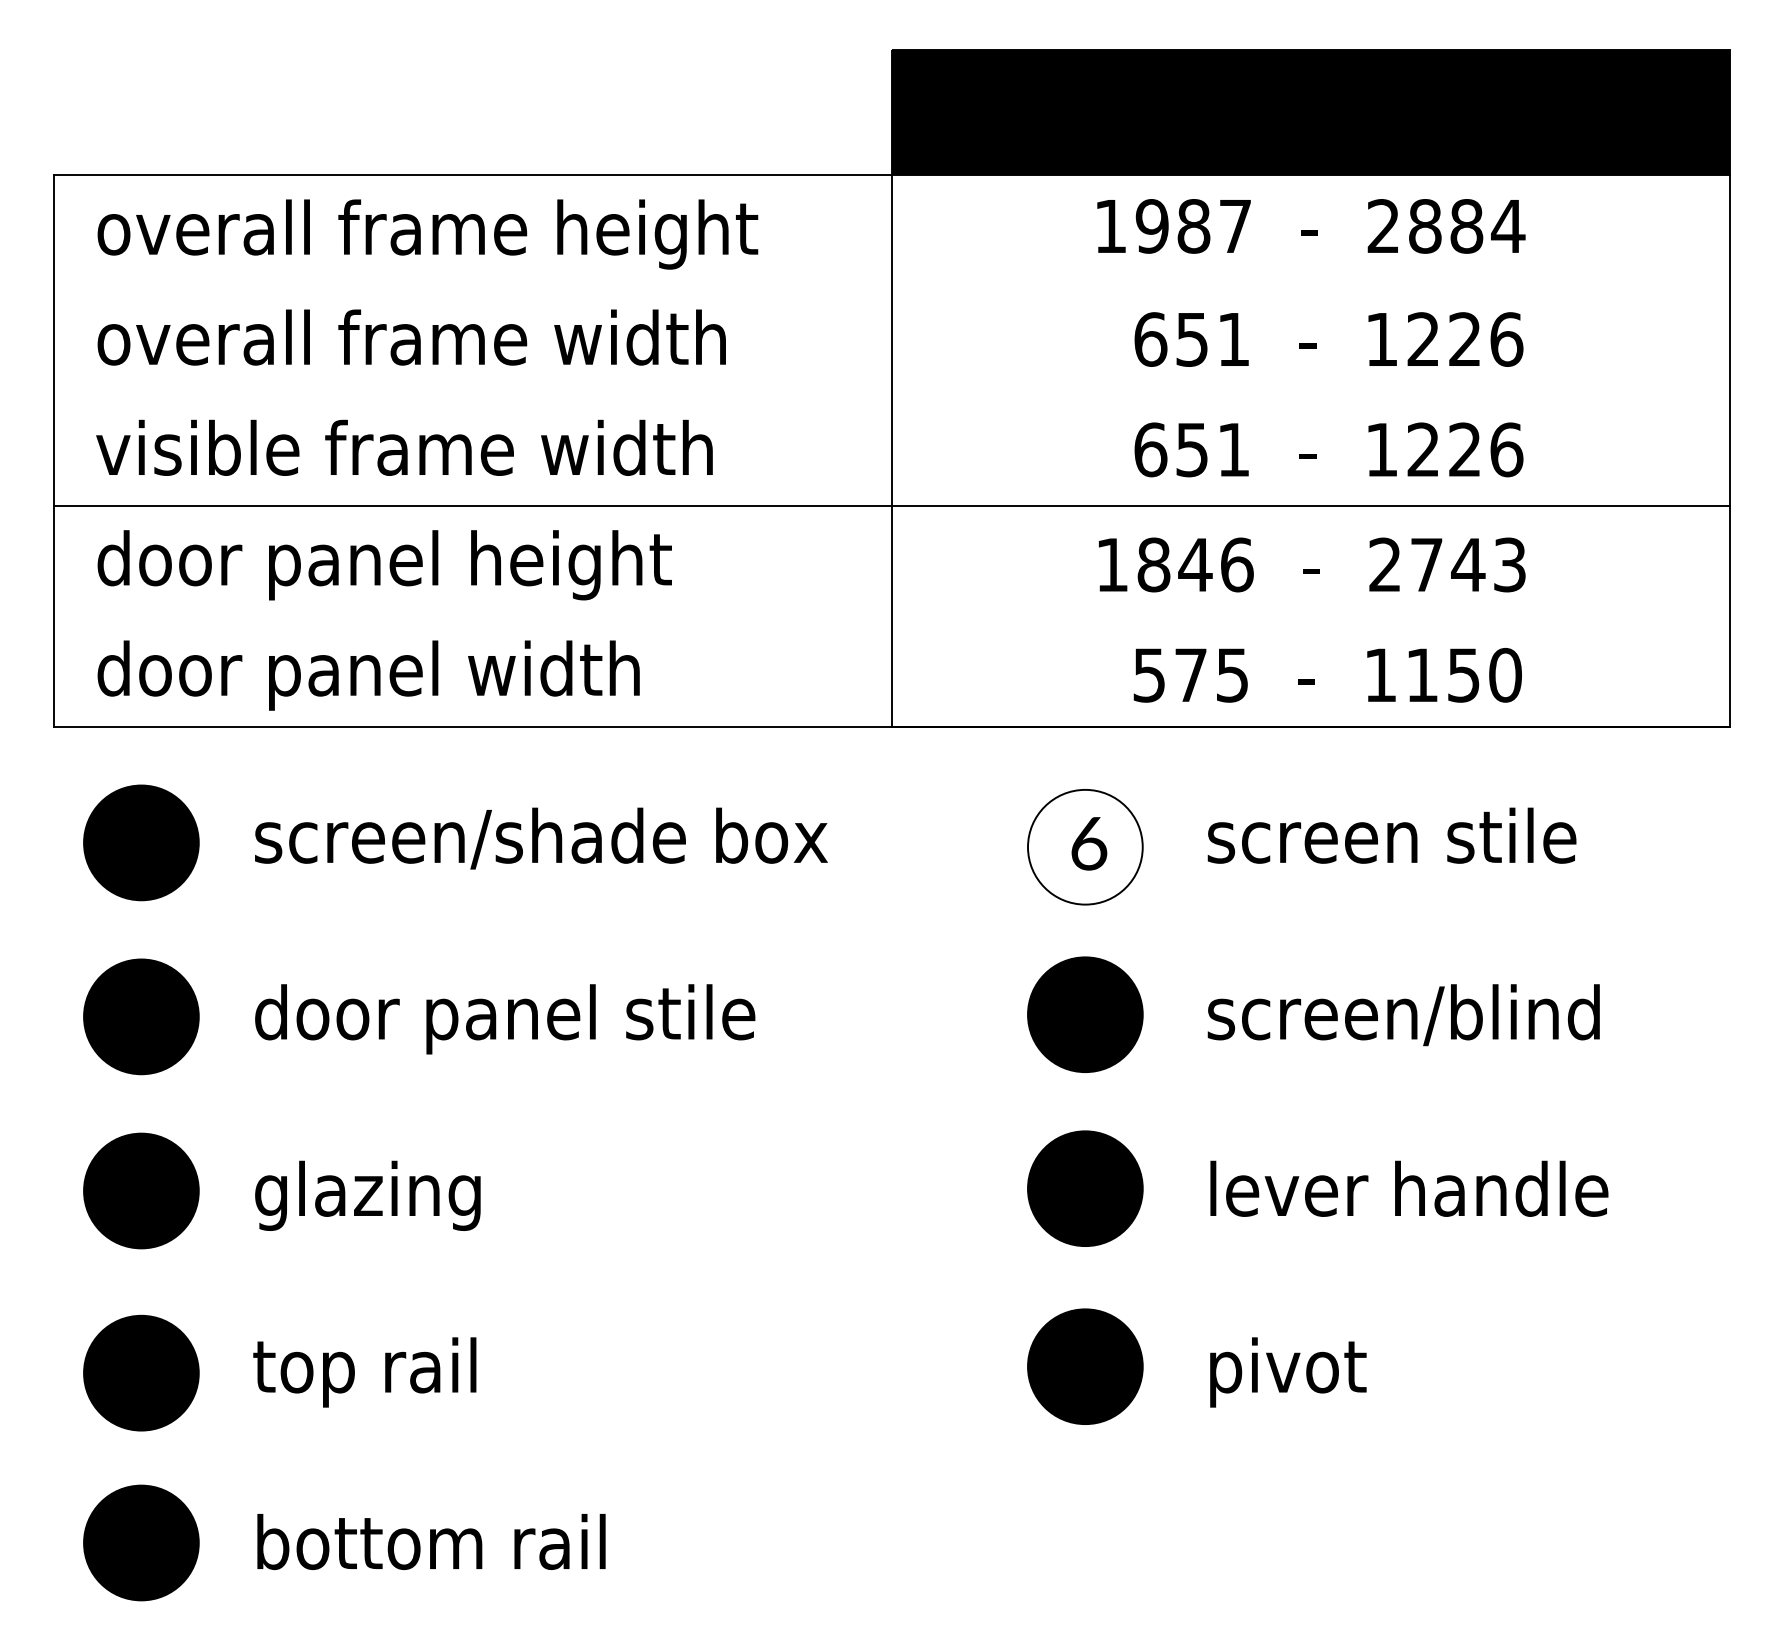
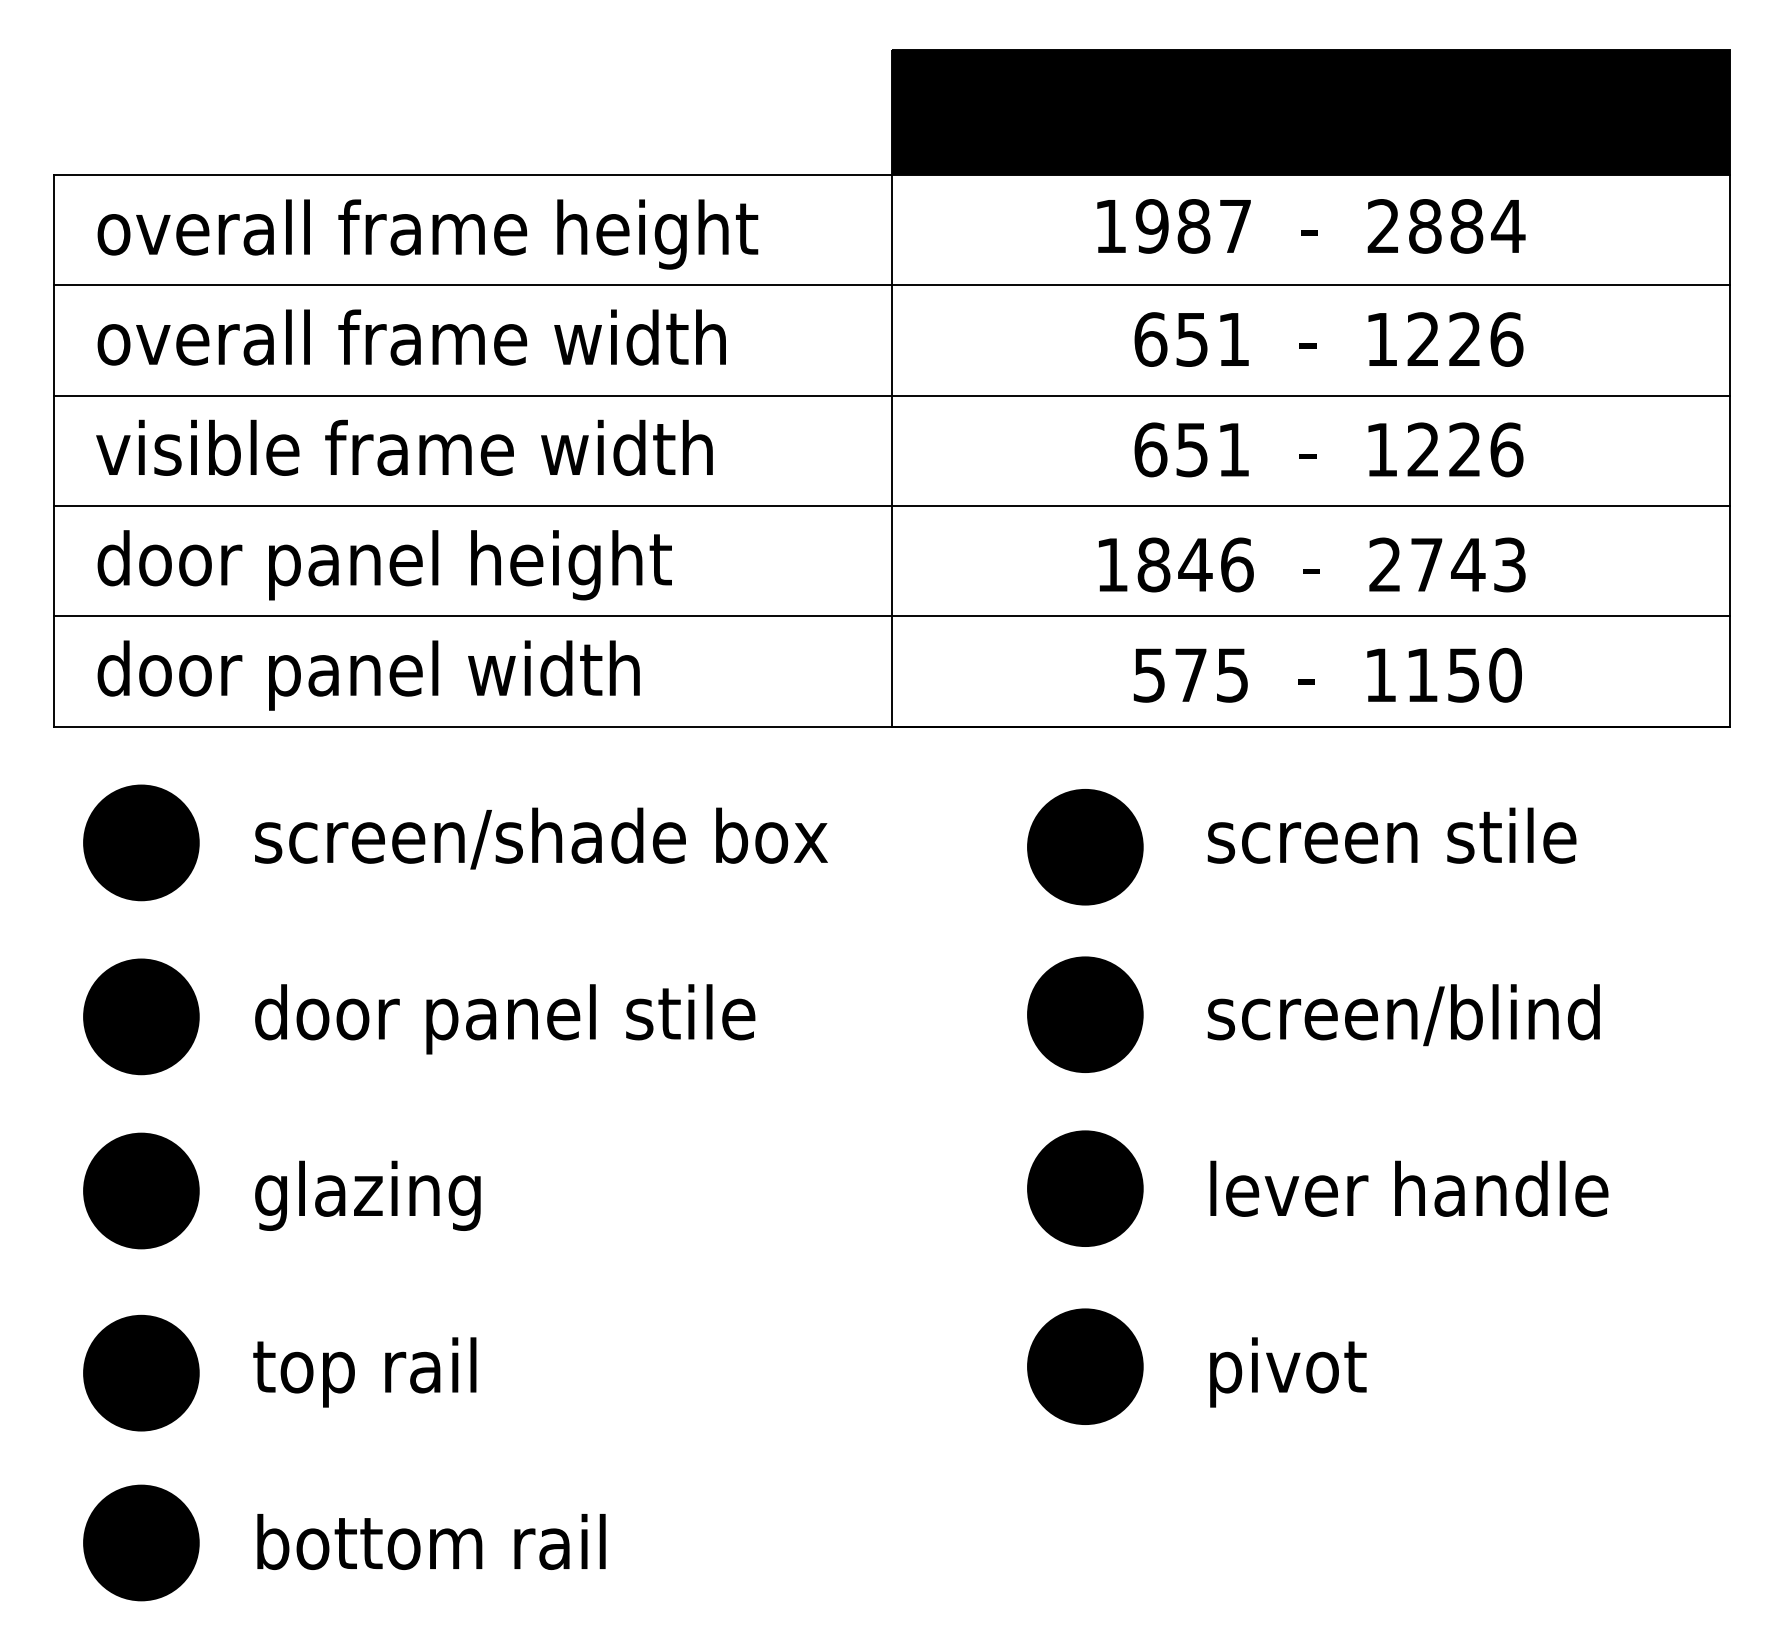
line at (891, 285): none -> present
line at (891, 395): none -> present
line at (891, 616): none -> present
fill at (1085, 846): none -> present
